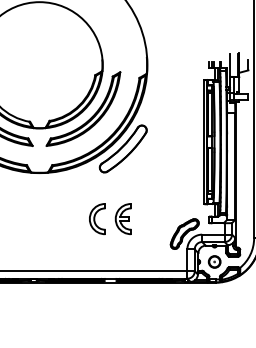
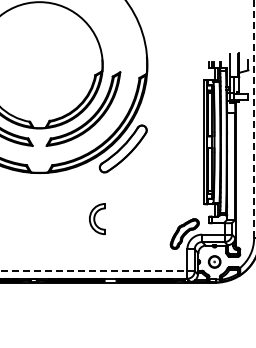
line at (254, 118): solid -> dashed
part at (122, 218): present -> none
line at (97, 271): solid -> dashed
